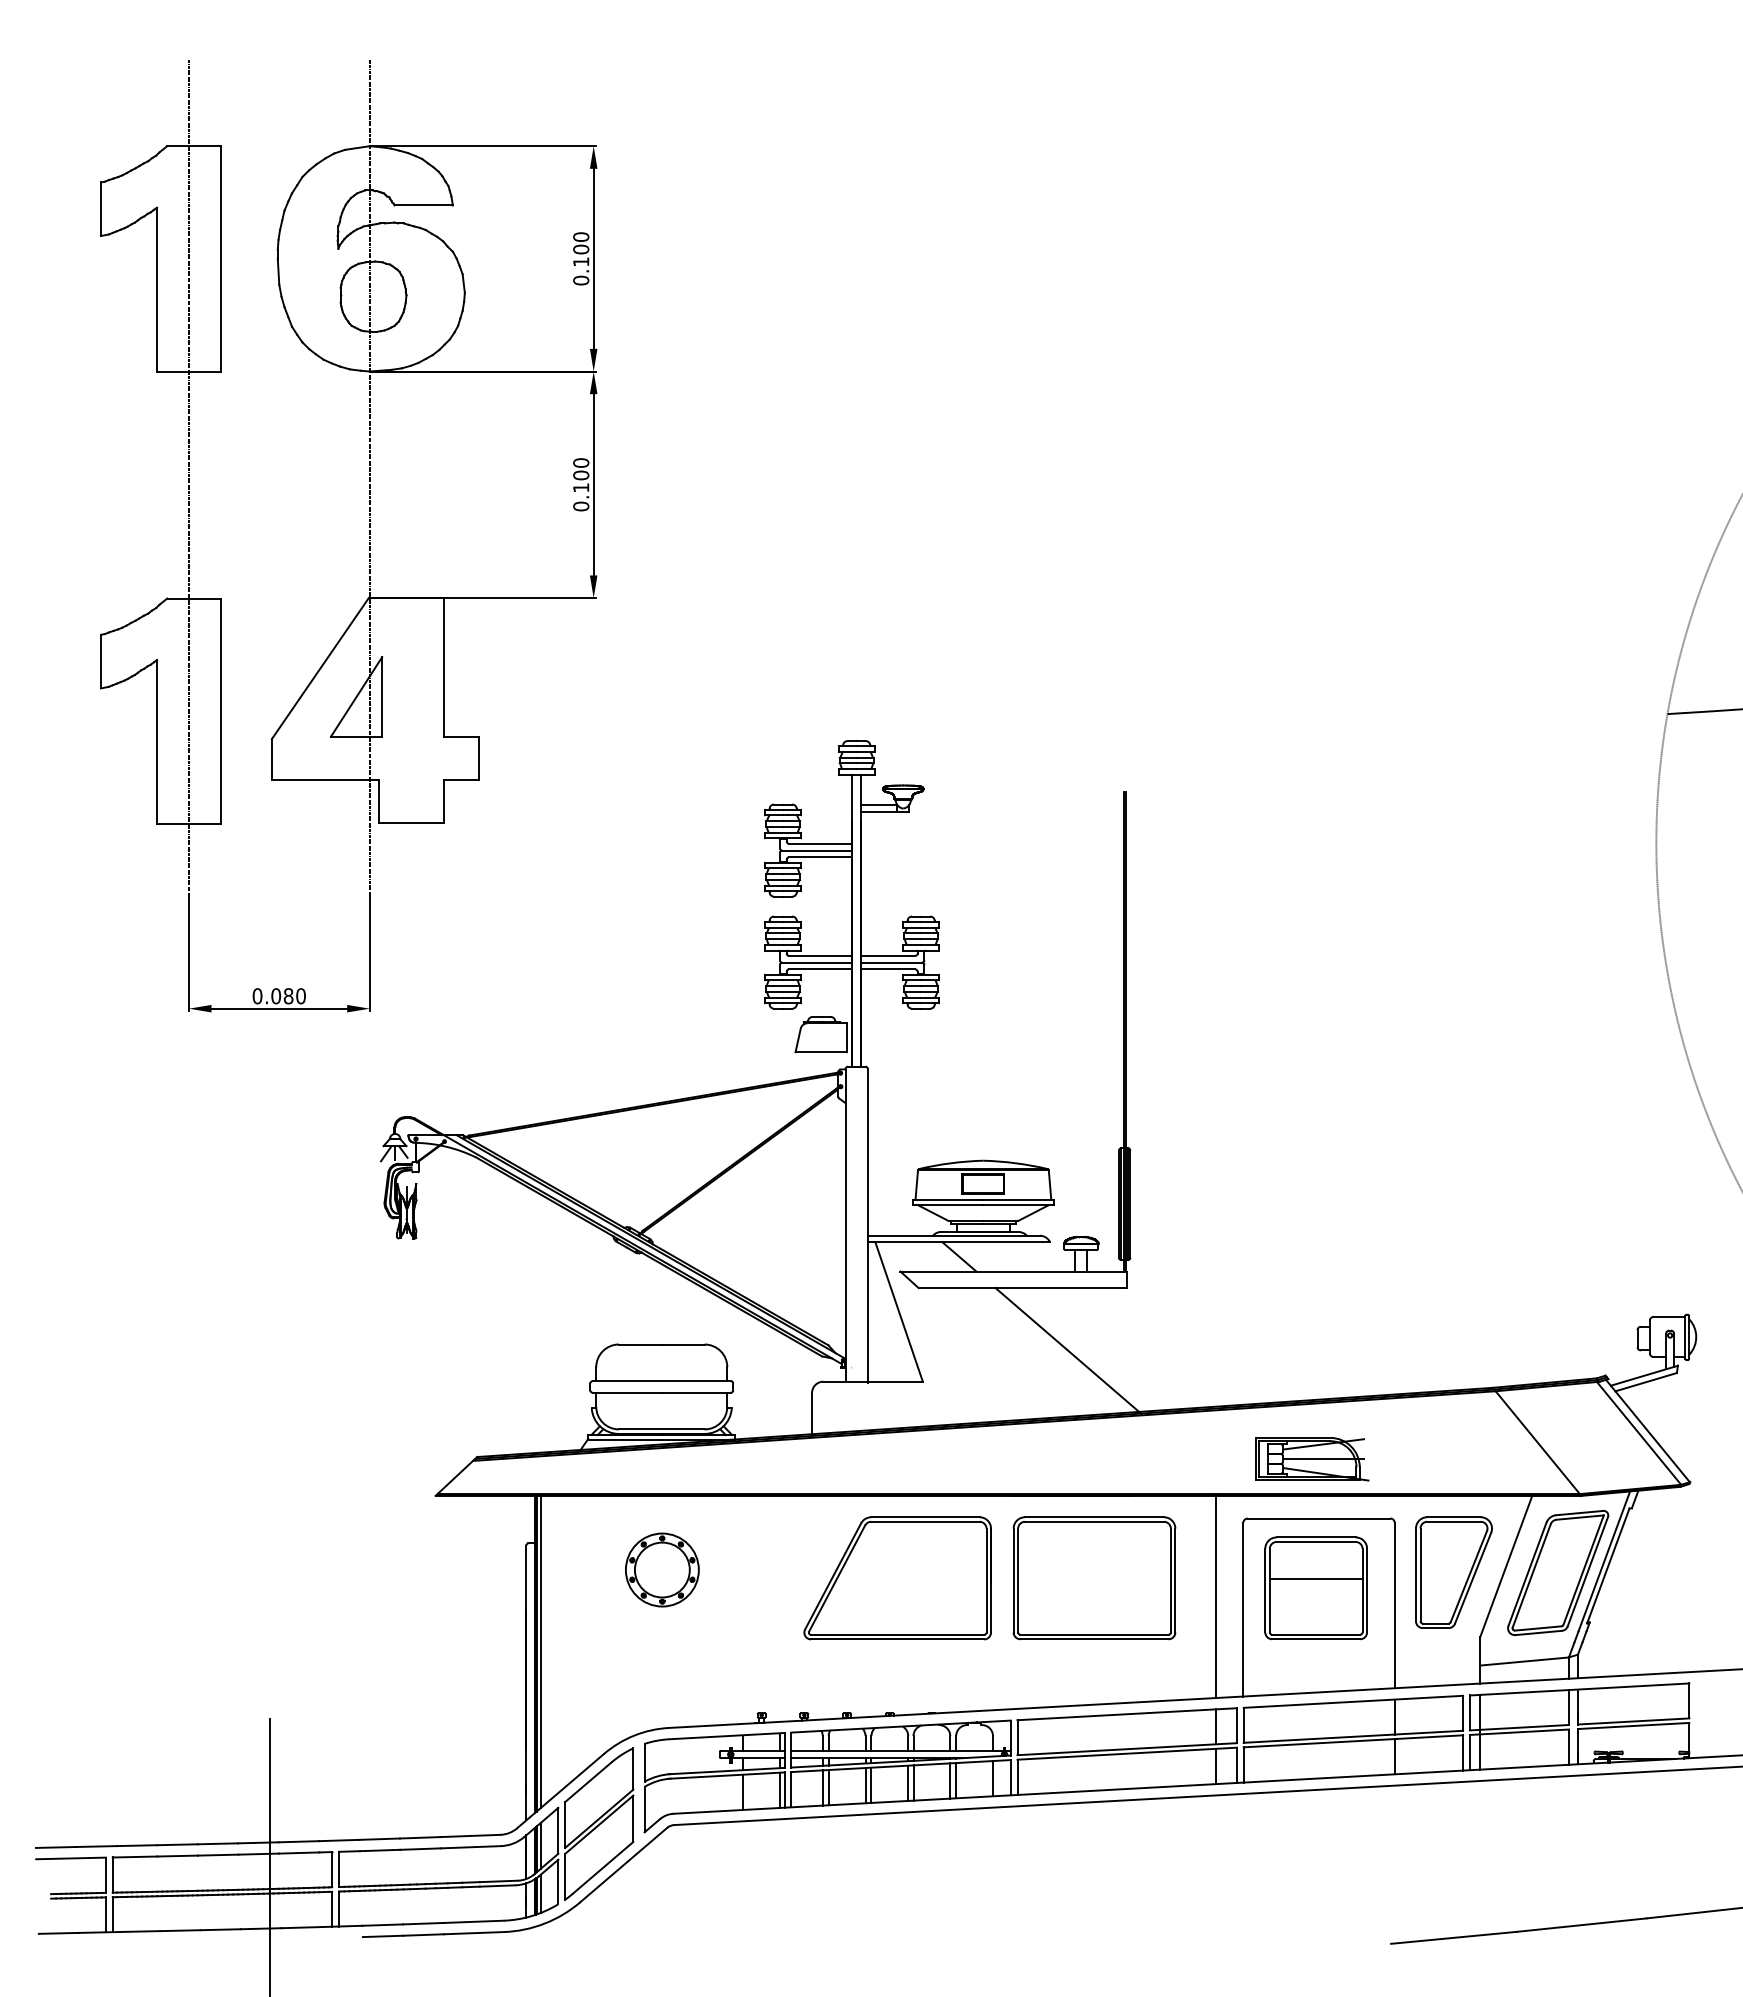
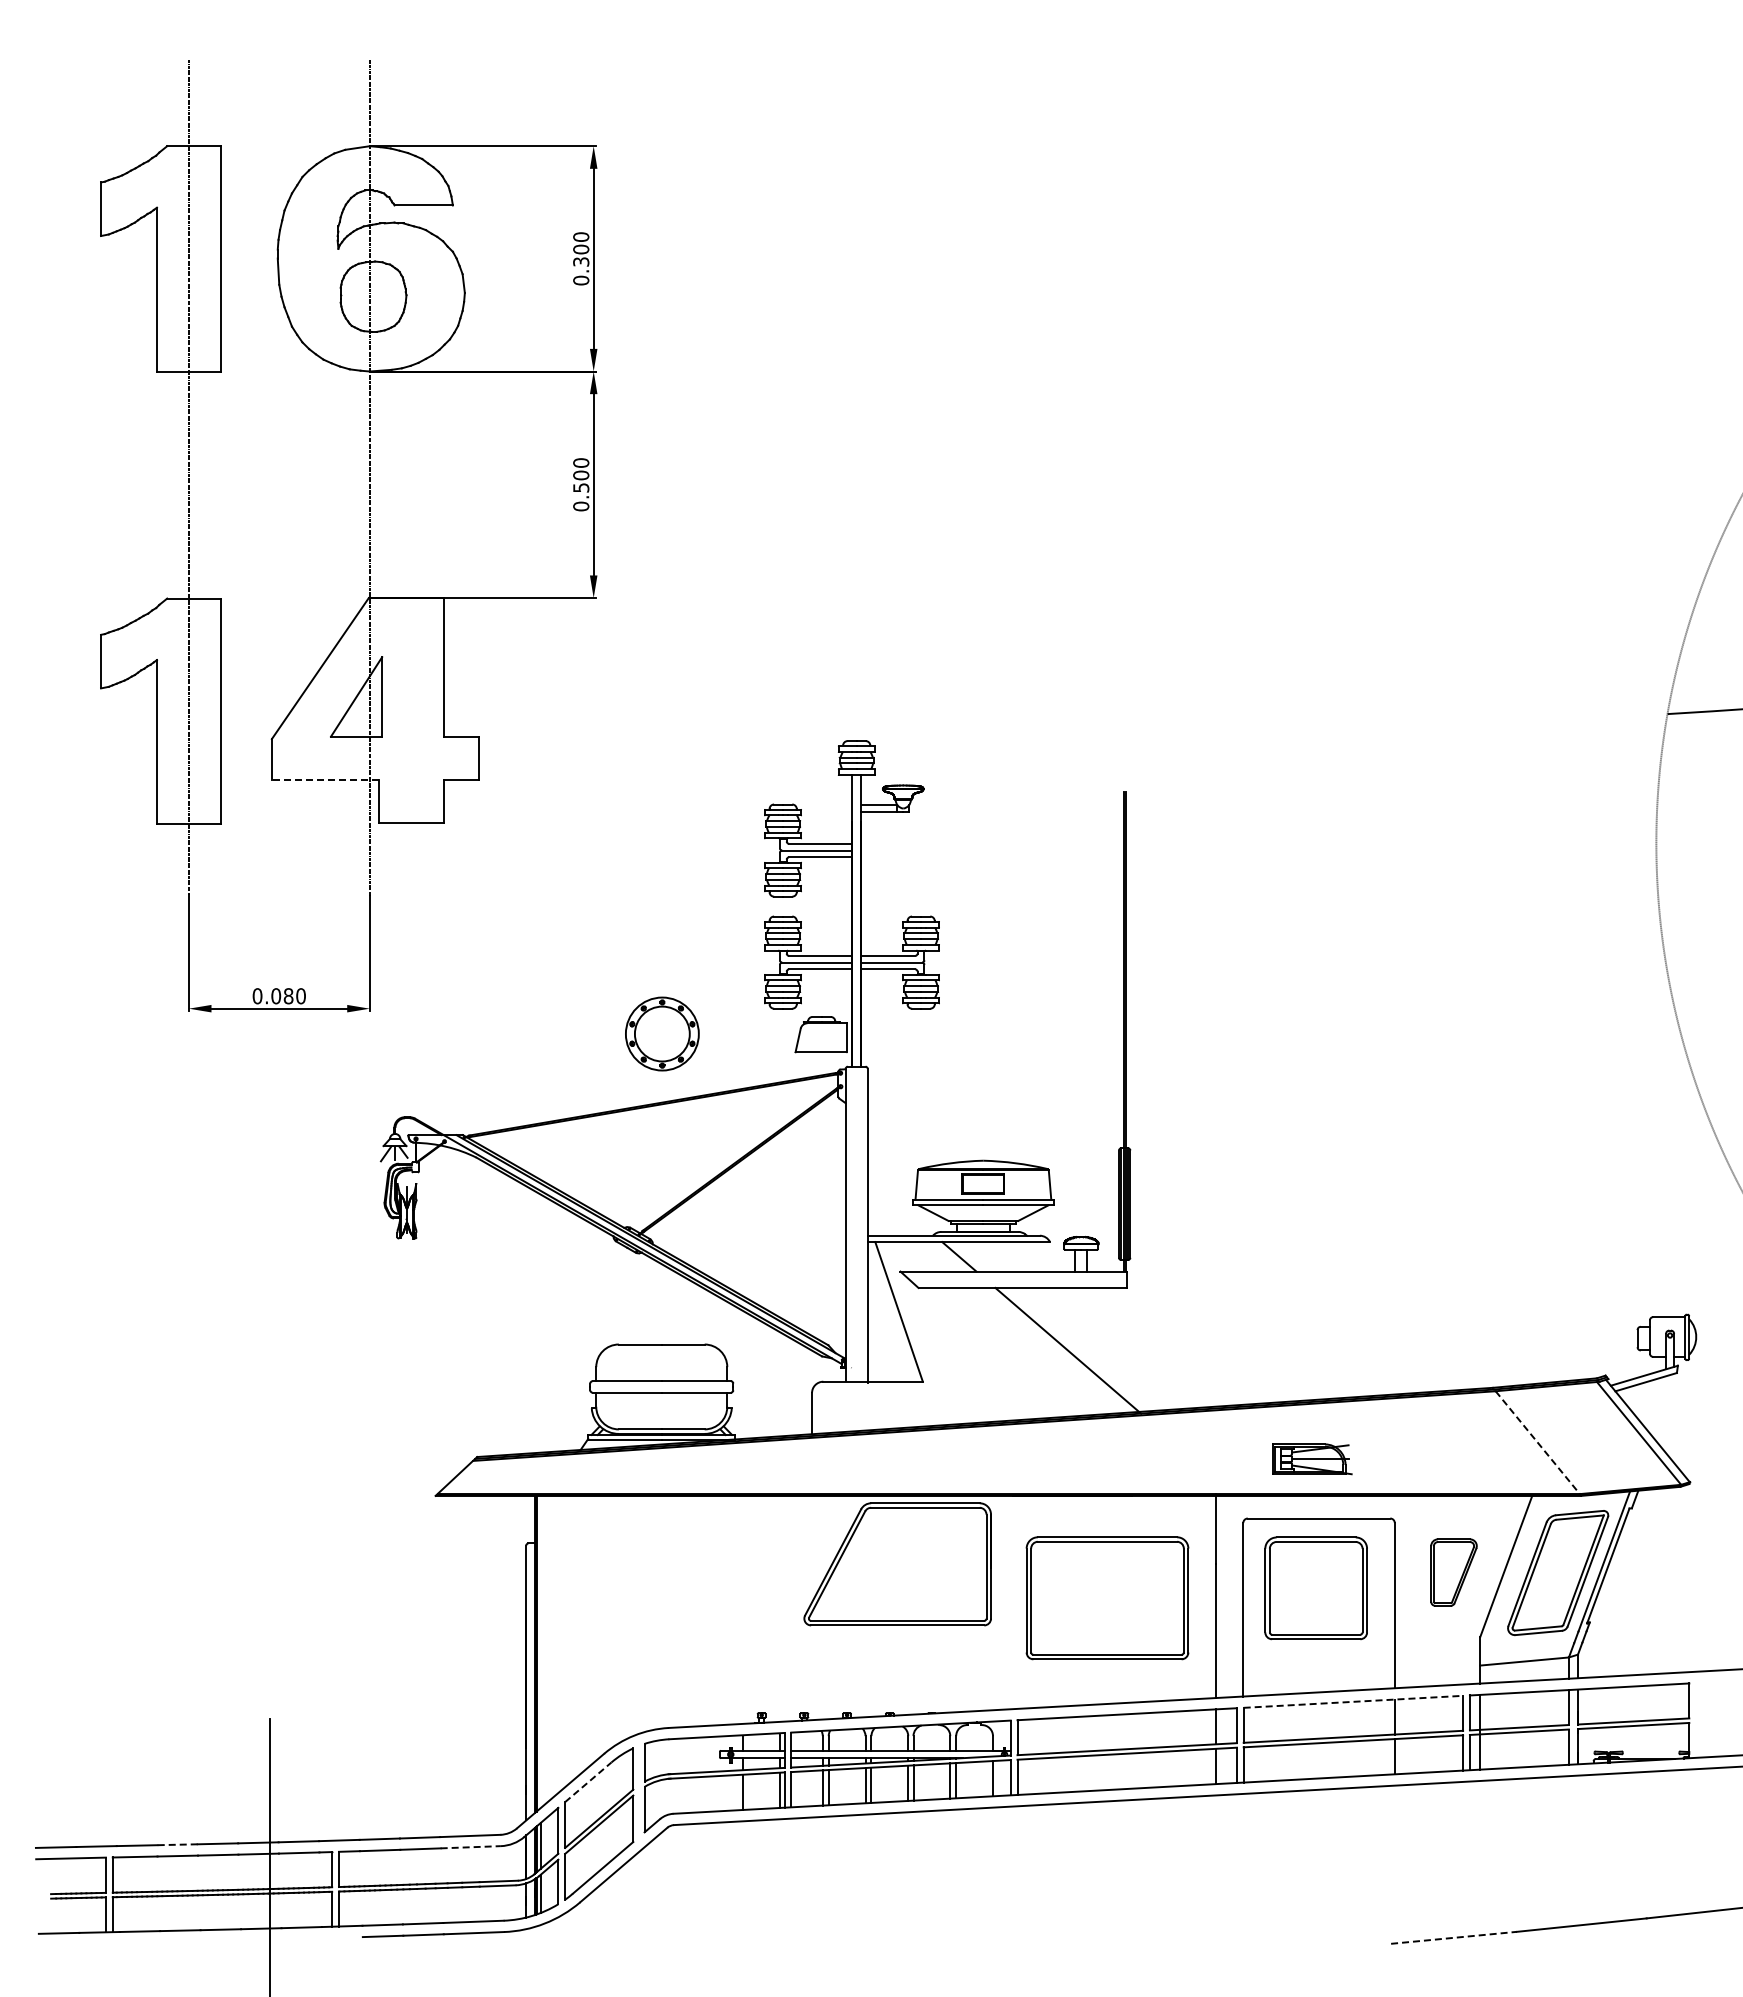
text at (581, 261): 0.100 -> 0.300
text at (581, 487): 0.100 -> 0.500
line at (325, 780): solid -> dashed
line at (1538, 1443): solid -> dashed
part at (1312, 1459) size: 115x45 px -> 81x33 px
part at (662, 1569) position: (662, 1569) -> (662, 1033)
part at (1453, 1572) size: 78x113 px -> 48x69 px
part at (897, 1578) position: (897, 1578) -> (897, 1564)
part at (1094, 1578) position: (1094, 1578) -> (1107, 1598)
line at (1315, 1578): present -> none
line at (541, 1651): present -> none
line at (1353, 1701): solid -> dashed
line at (588, 1781): solid -> dashed
line at (177, 1844): solid -> dashed
line at (471, 1847): solid -> dashed
line at (1454, 1937): solid -> dashed
